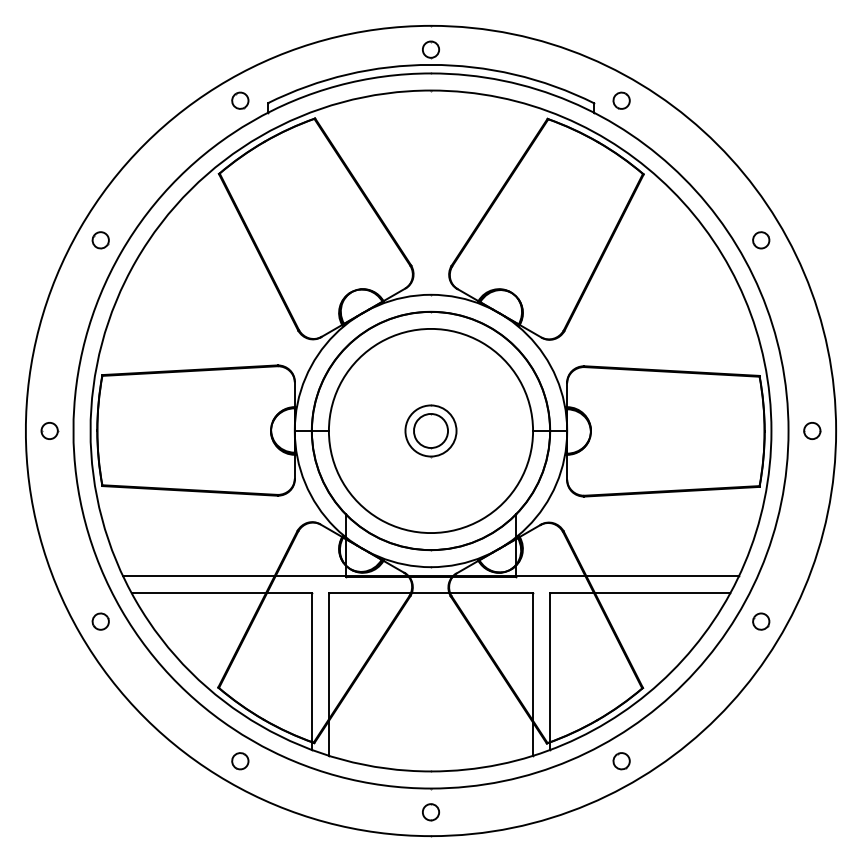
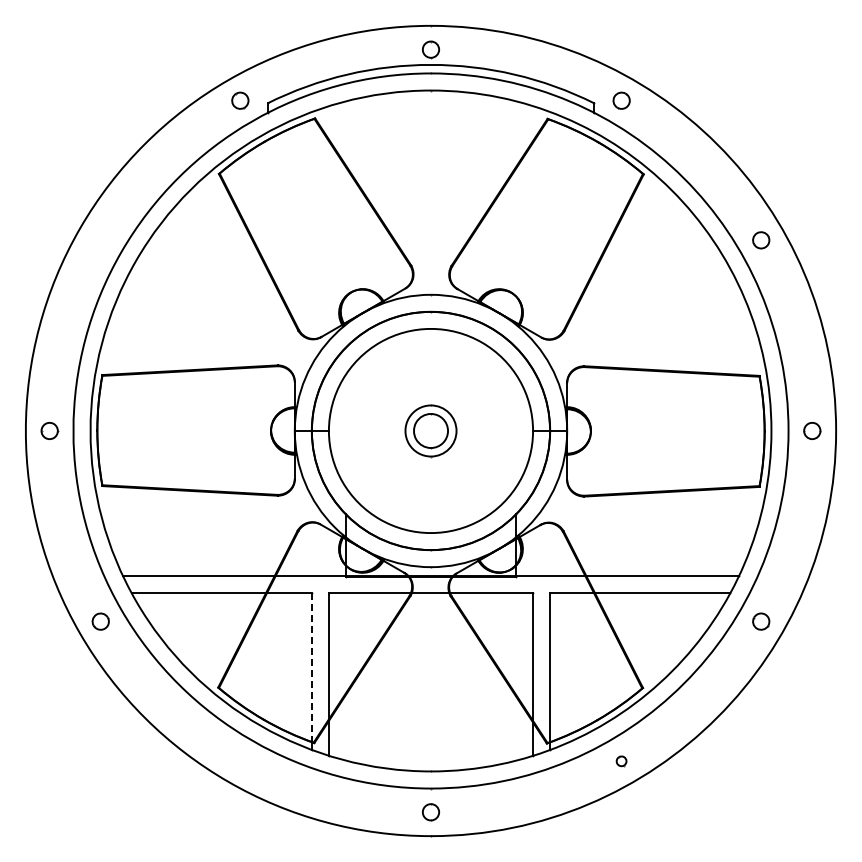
part at (100, 240): present -> none
line at (311, 667): solid -> dashed
part at (240, 761): present -> none
part at (621, 761) size: 19x19 px -> 13x13 px
